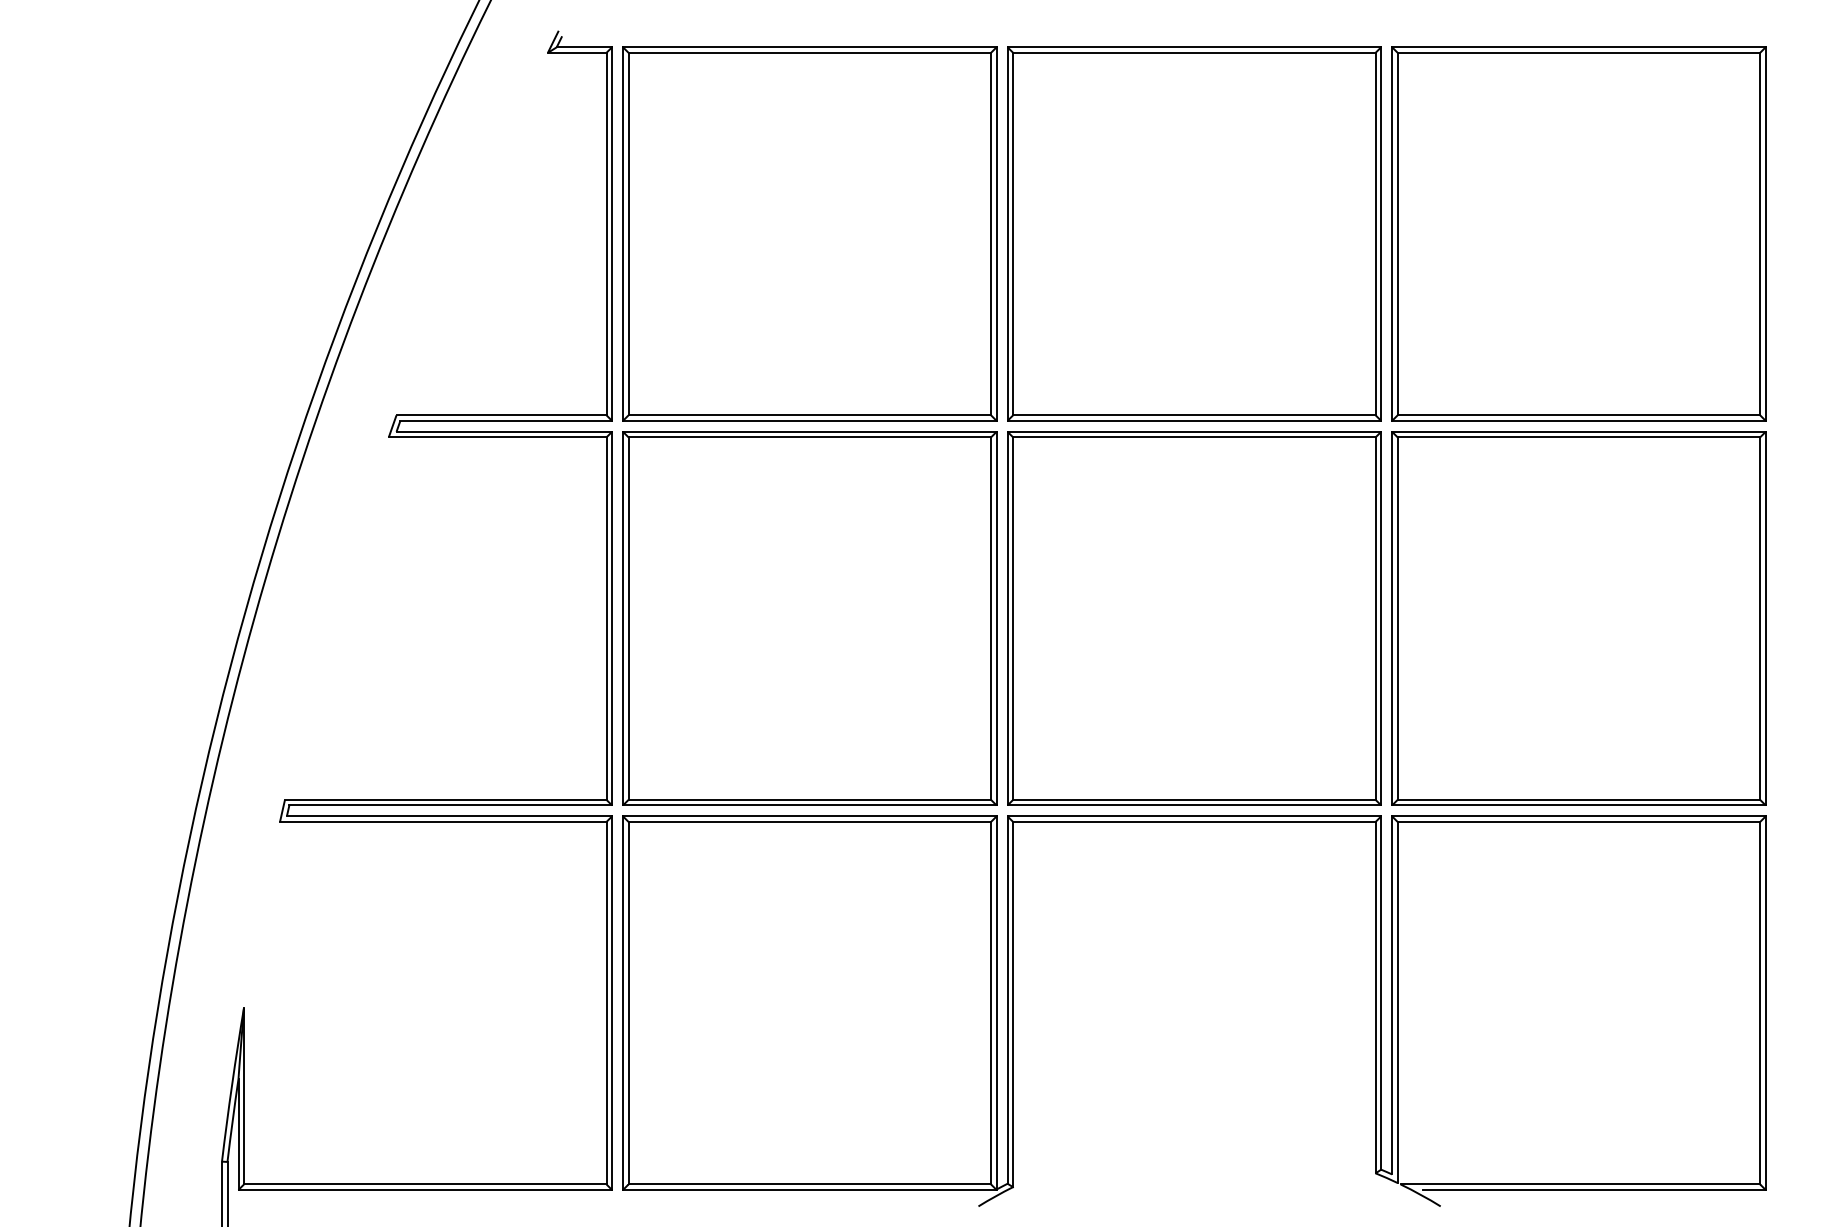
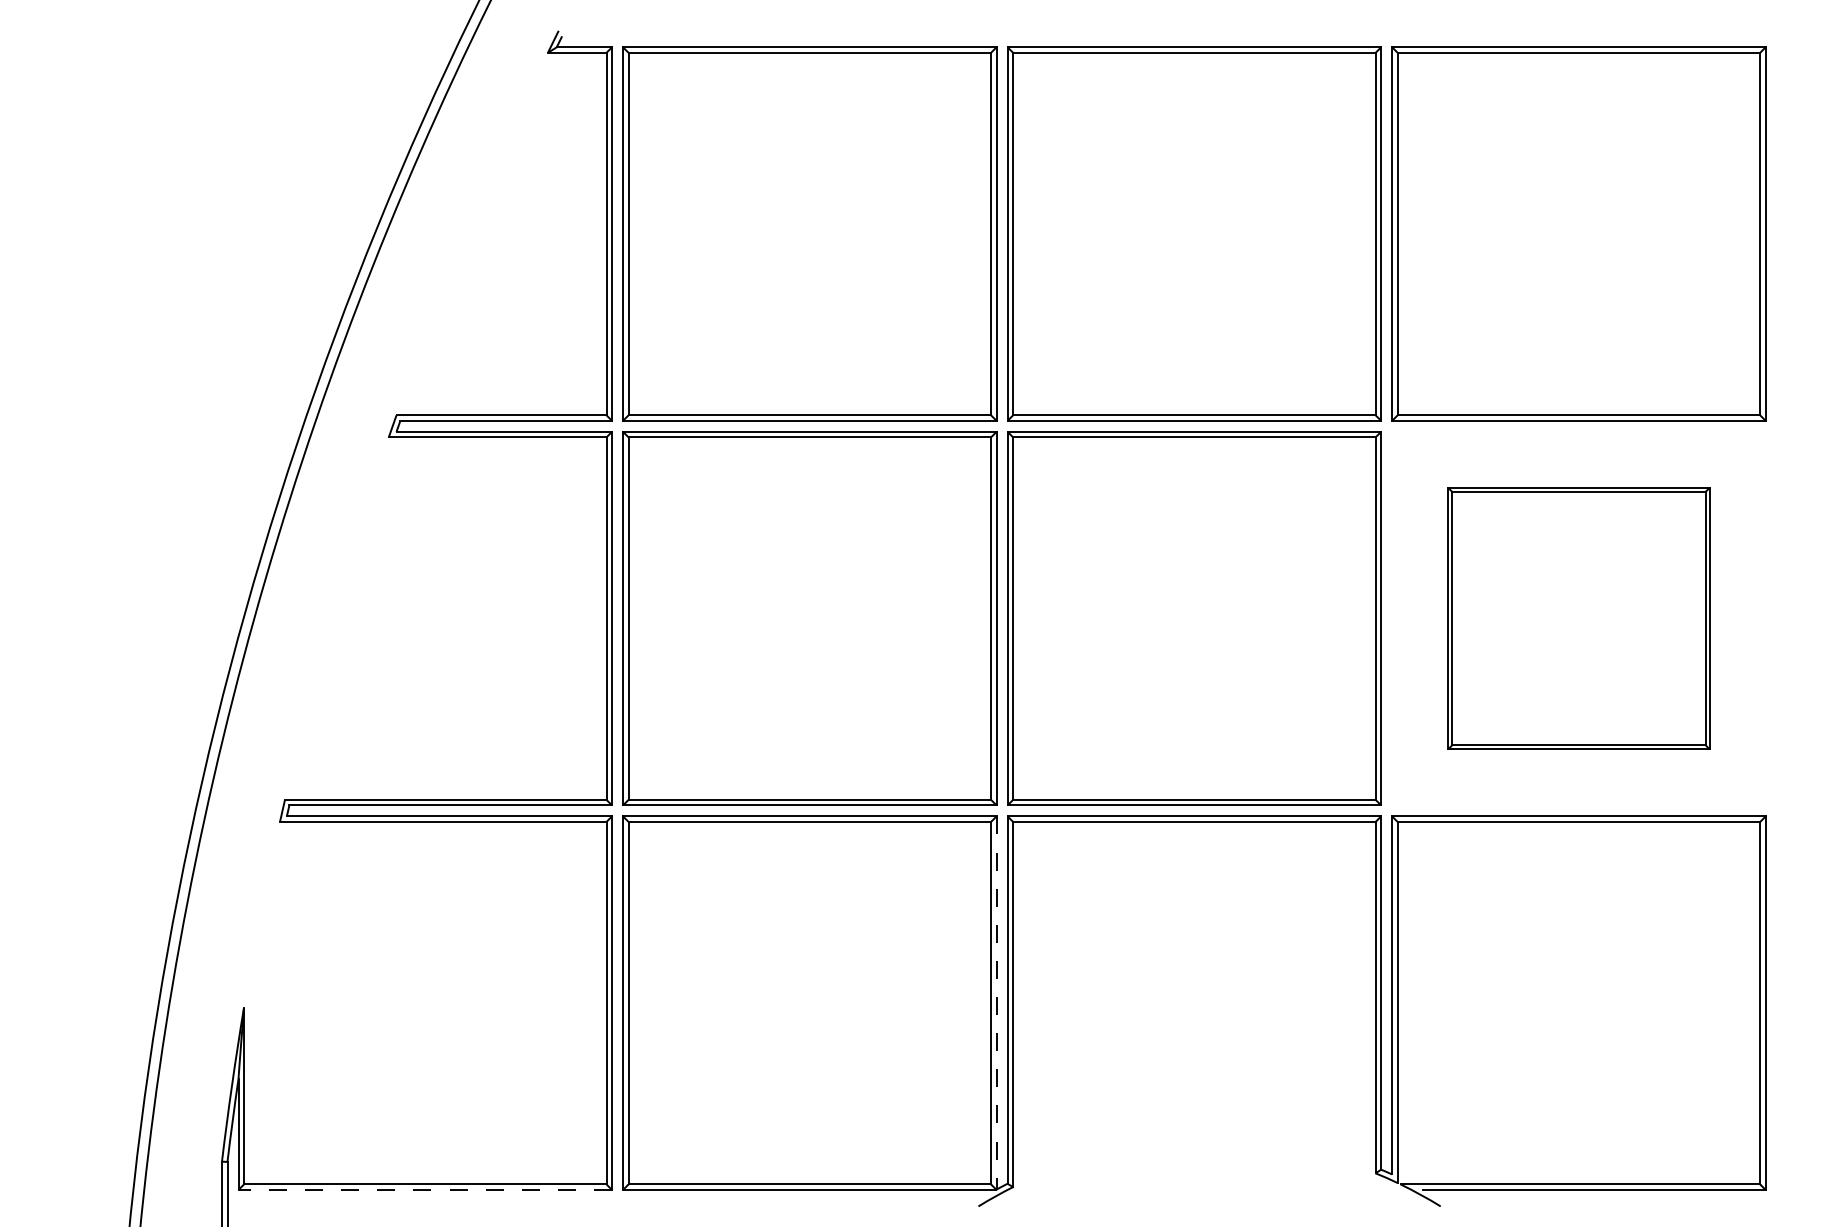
part at (1578, 618) size: 376x375 px -> 264x263 px
line at (996, 1002): solid -> dashed
line at (425, 1189): solid -> dashed
